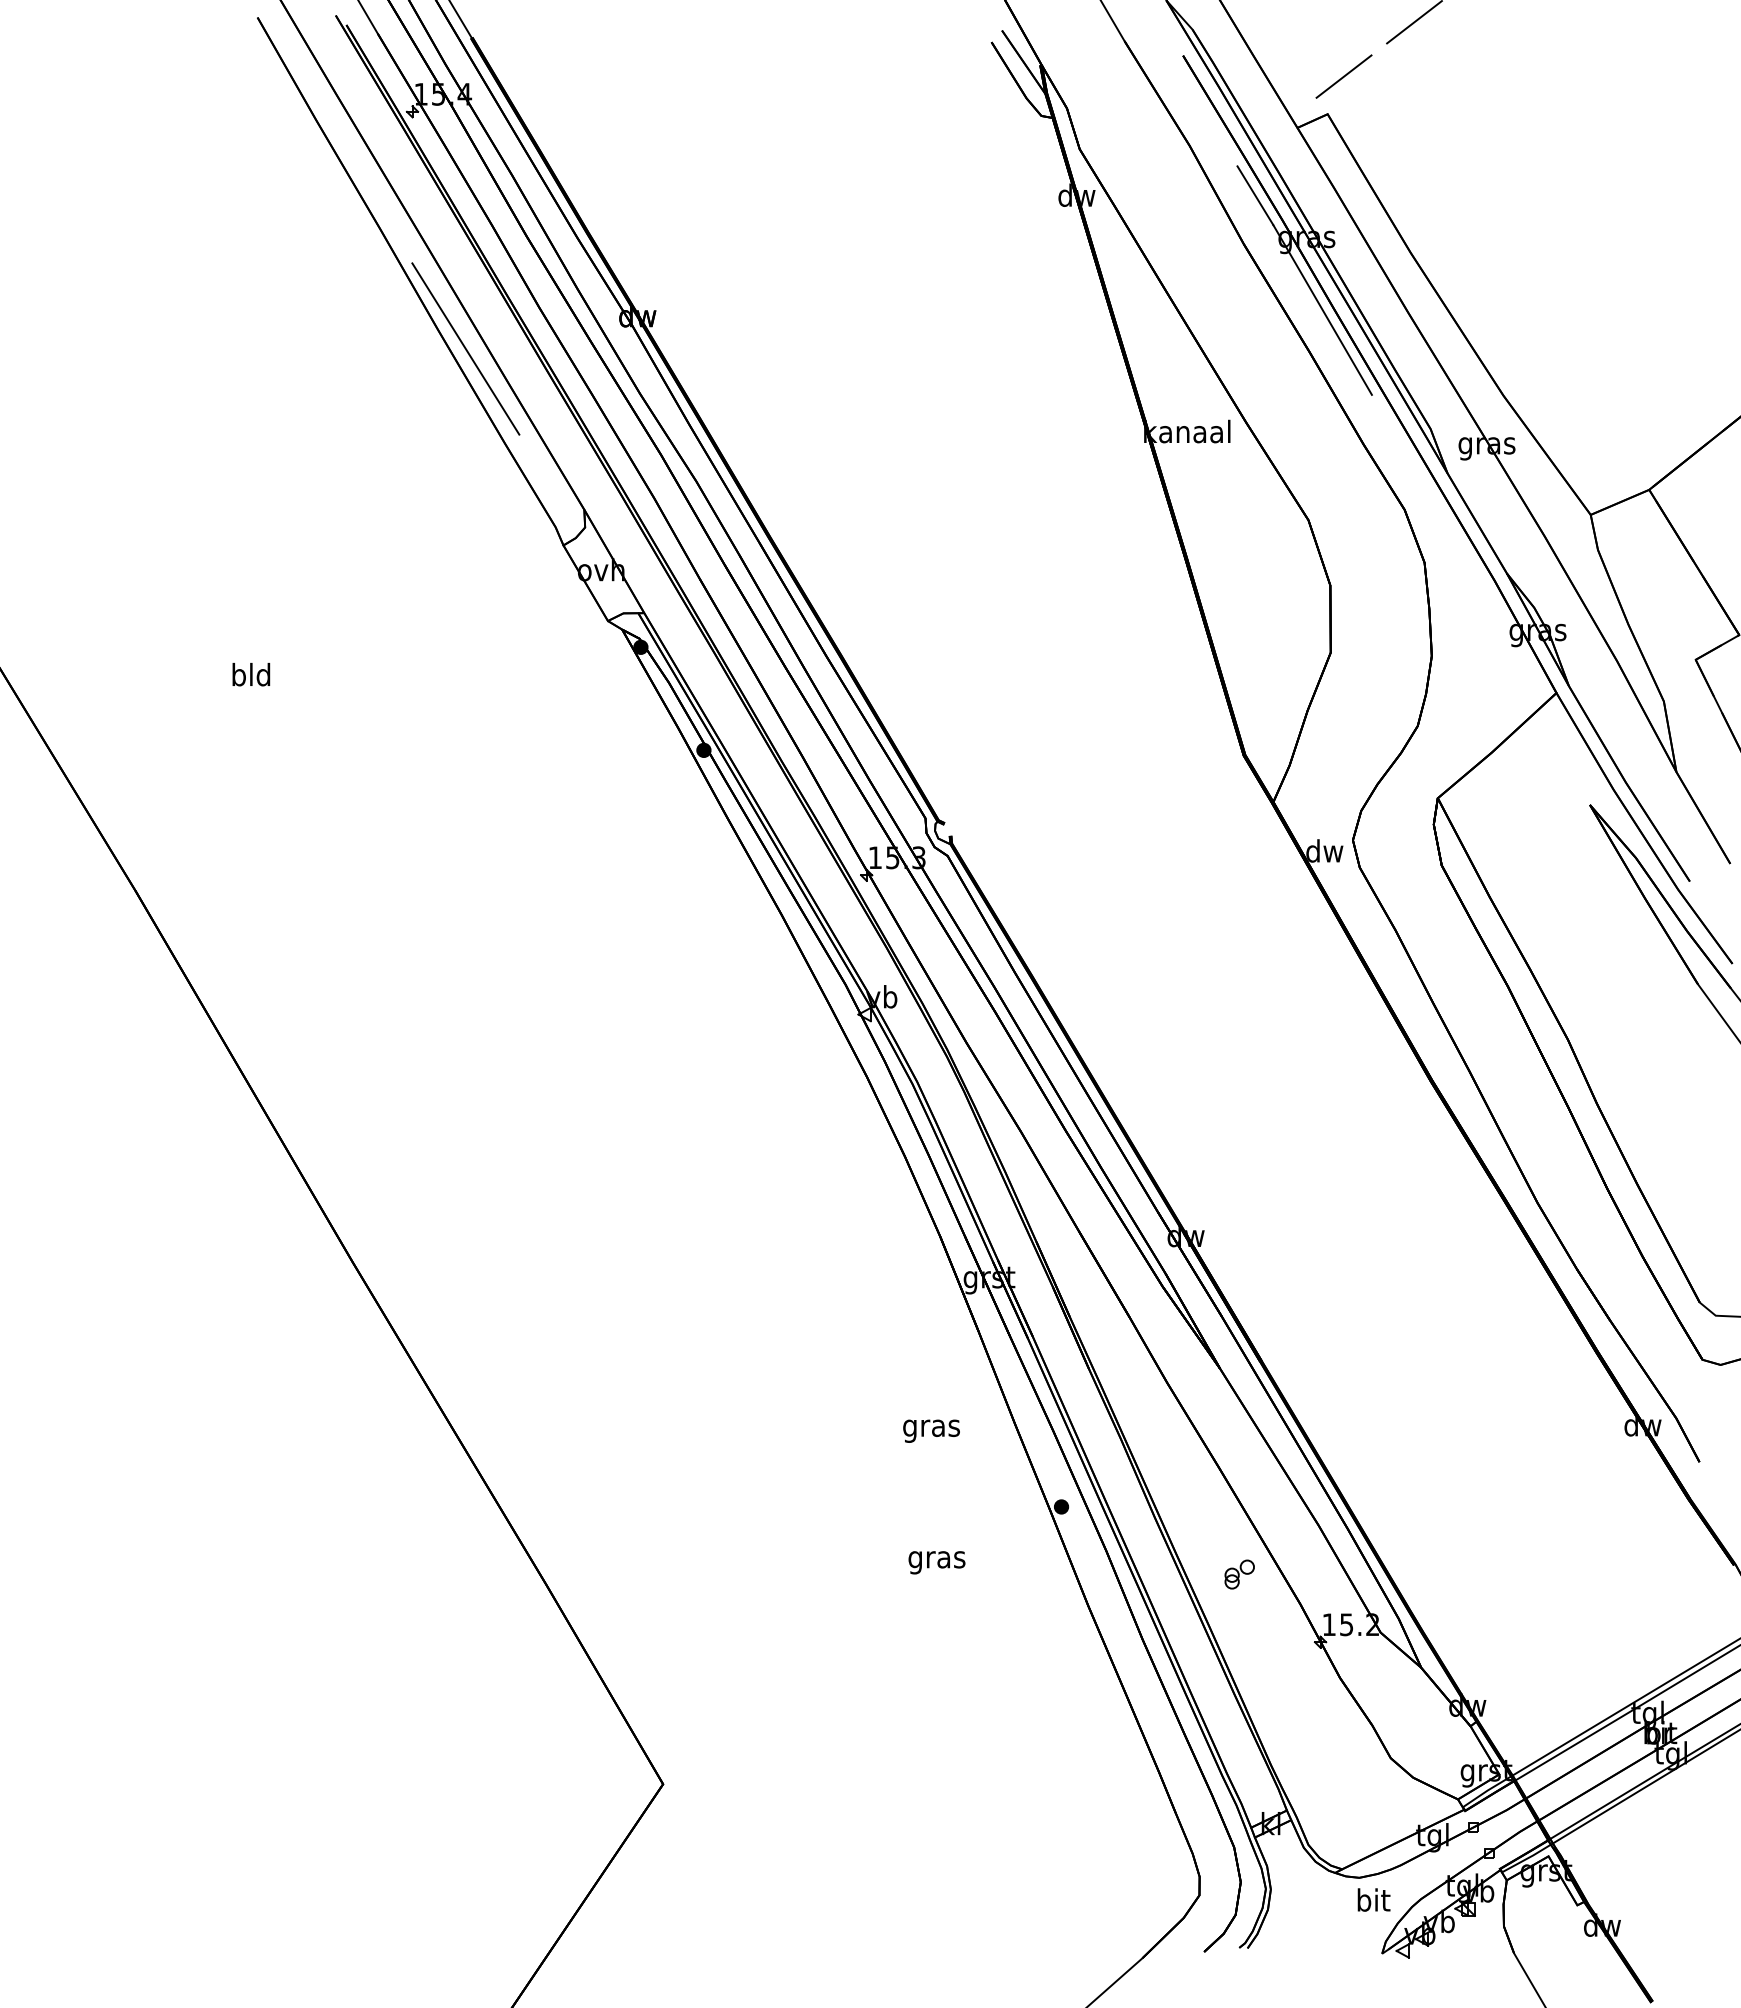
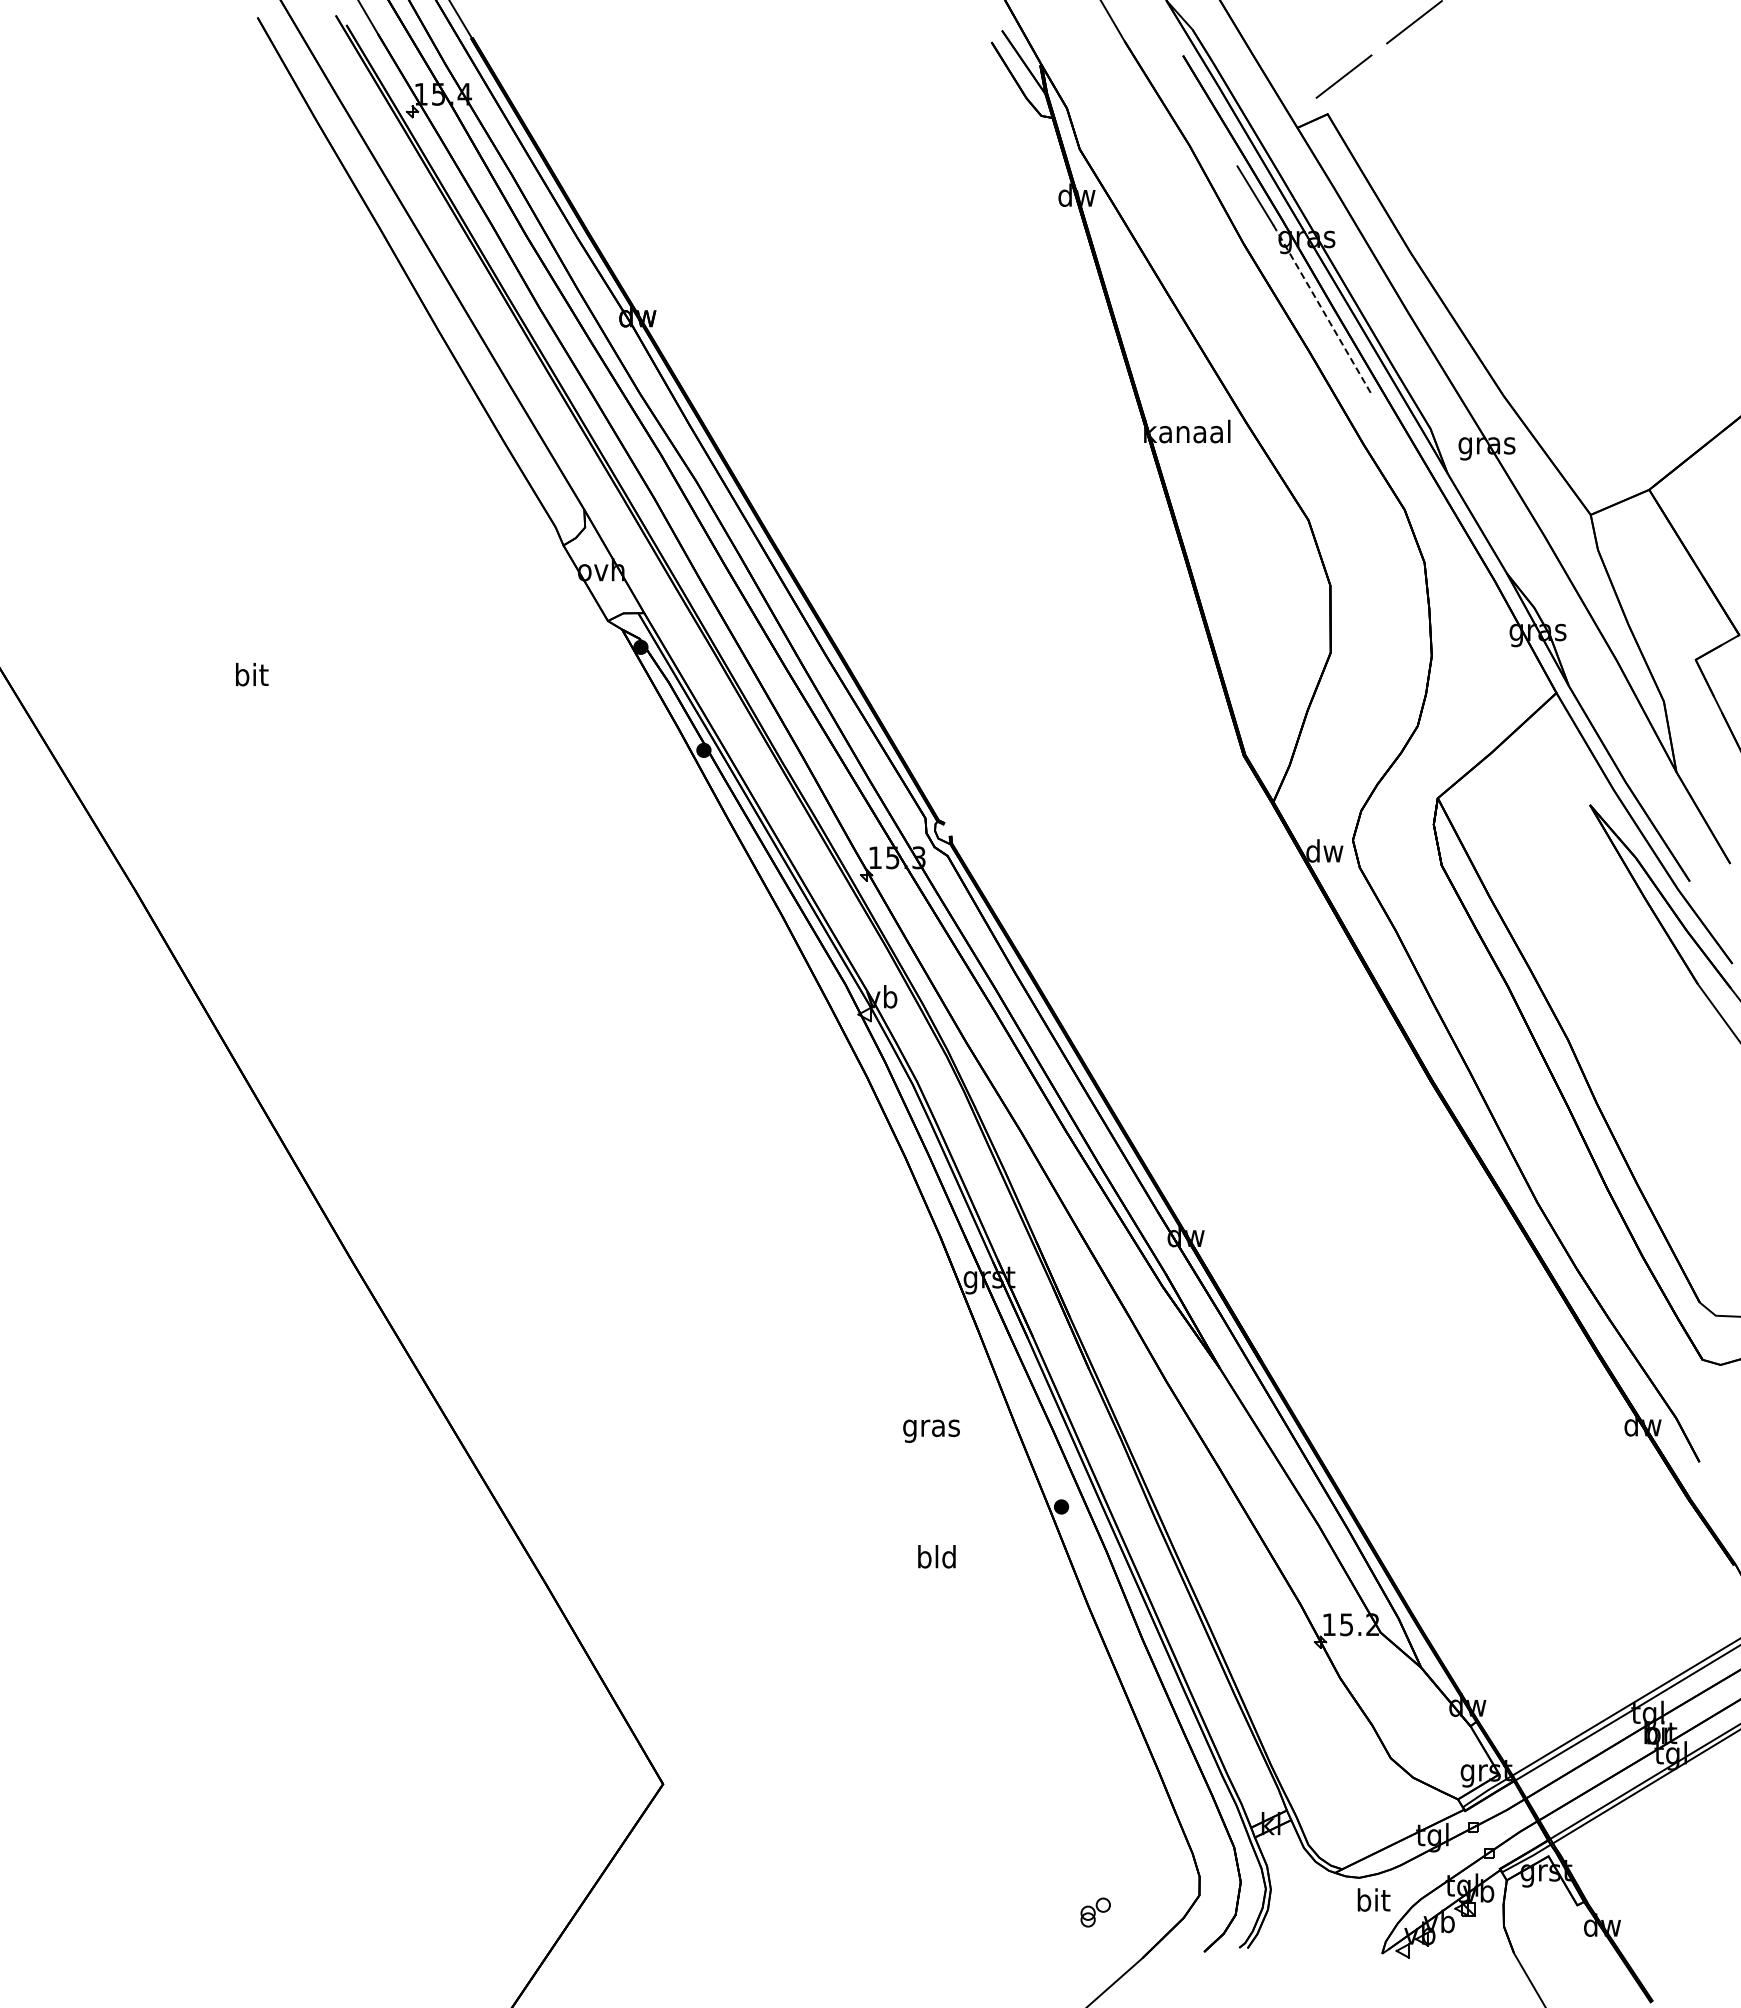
line at (1322, 310): solid -> dashed
line at (465, 348): present -> none
text at (251, 674): bld -> bit
text at (936, 1559): gras -> bld
part at (1239, 1574) position: (1239, 1574) -> (1095, 1912)
